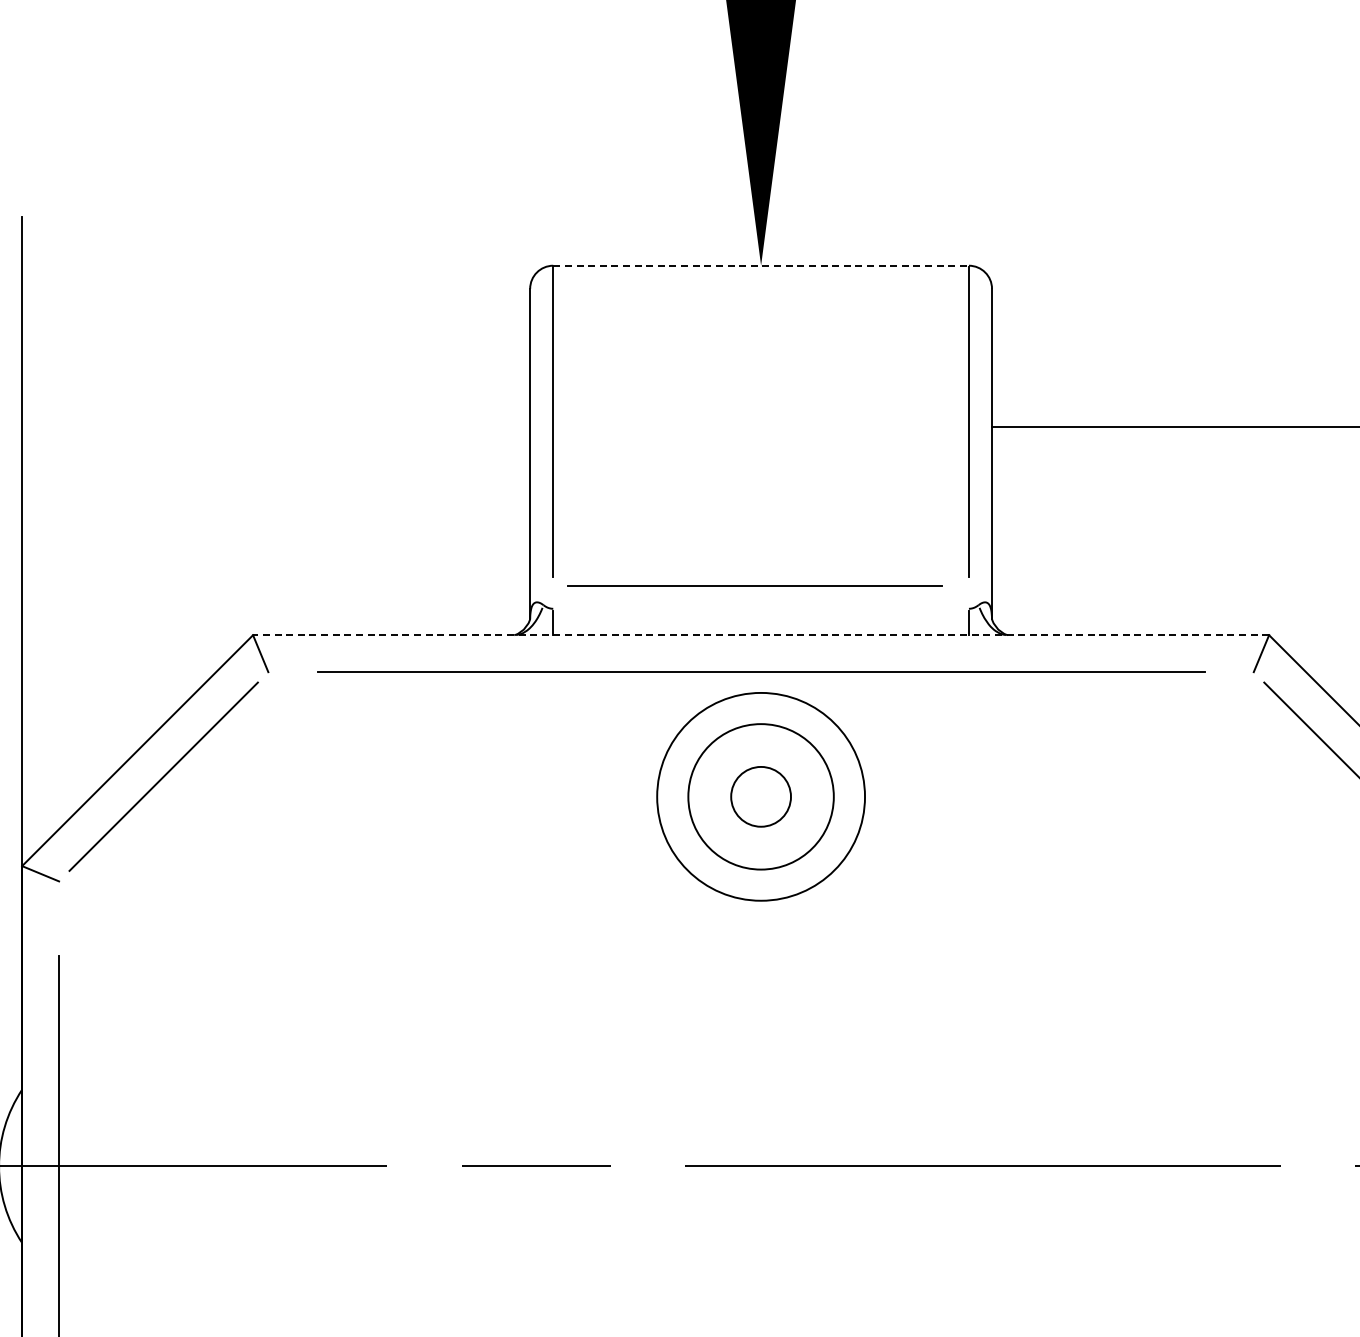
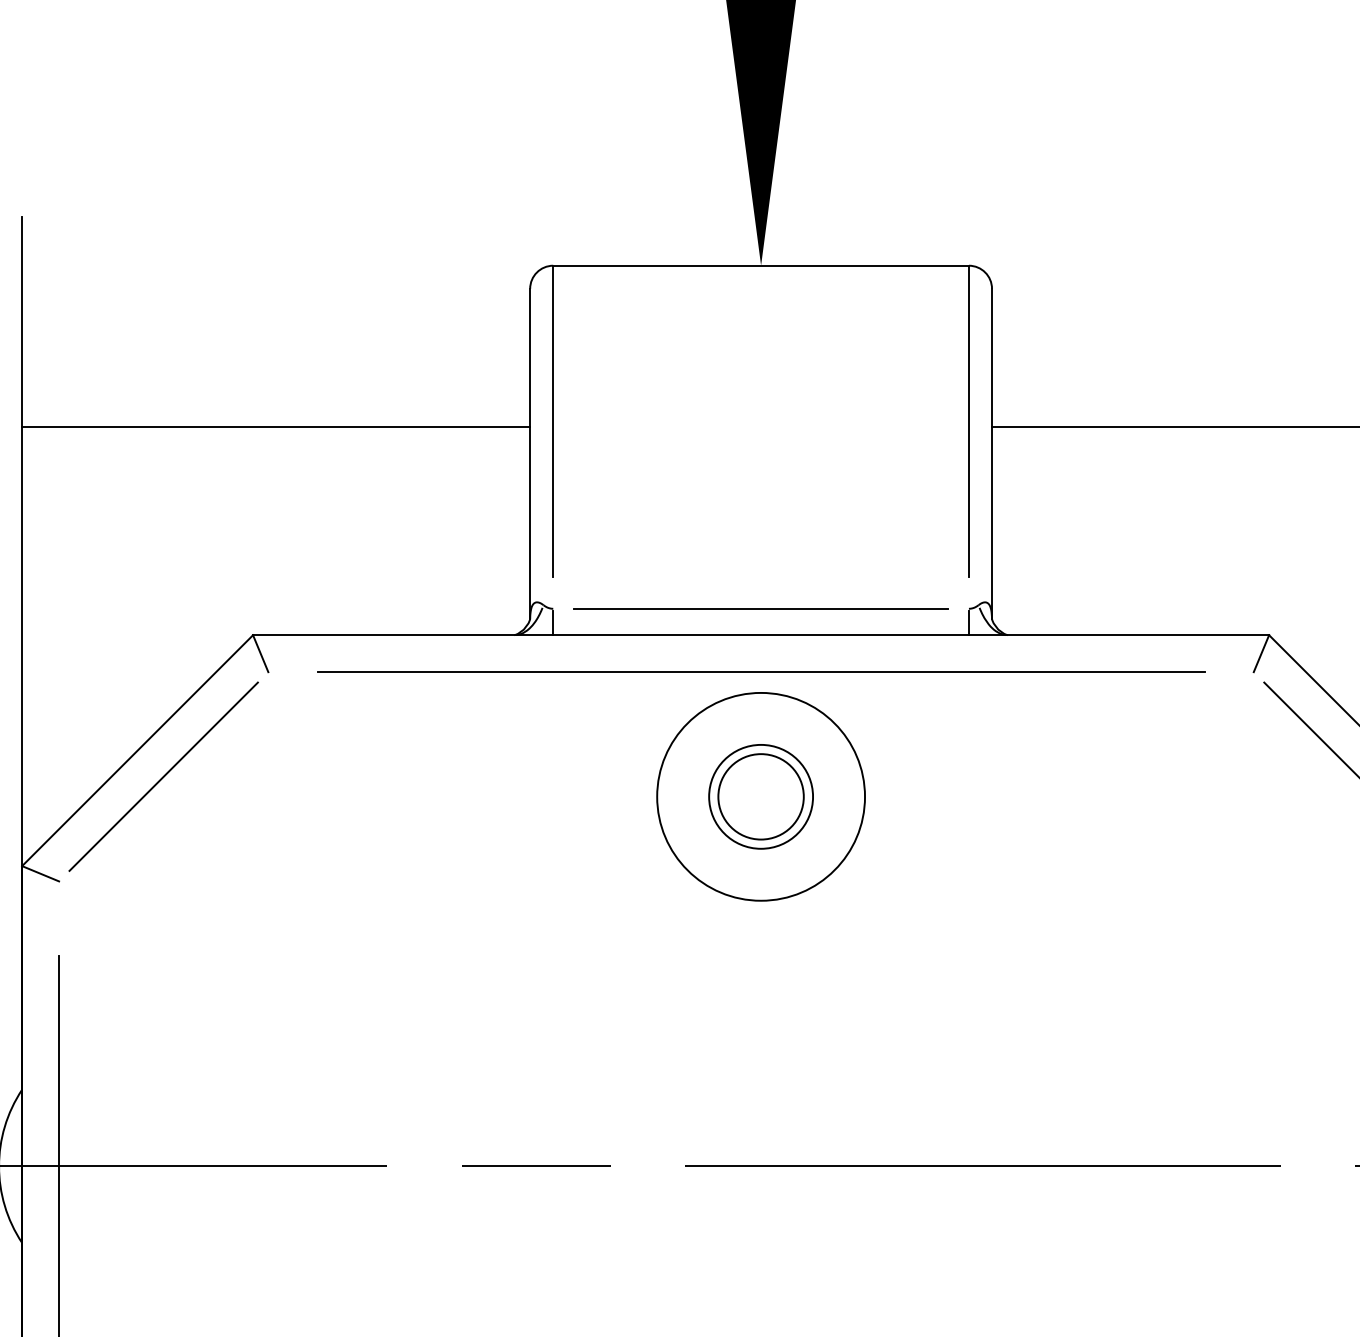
line at (761, 265): dashed -> solid
line at (276, 427): none -> present
line at (754, 585) position: (754, 585) -> (760, 608)
line at (760, 635): dashed -> solid
circle at (760, 796) diameter: 145 px -> 104 px
circle at (761, 796) diameter: 60 px -> 85 px
